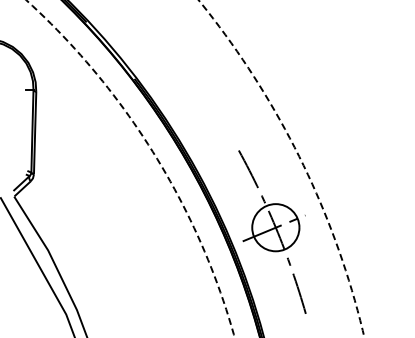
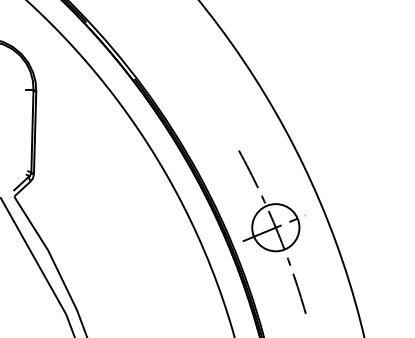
arc at (153, 152): dashed -> solid
arc at (299, 157): dashed -> solid
